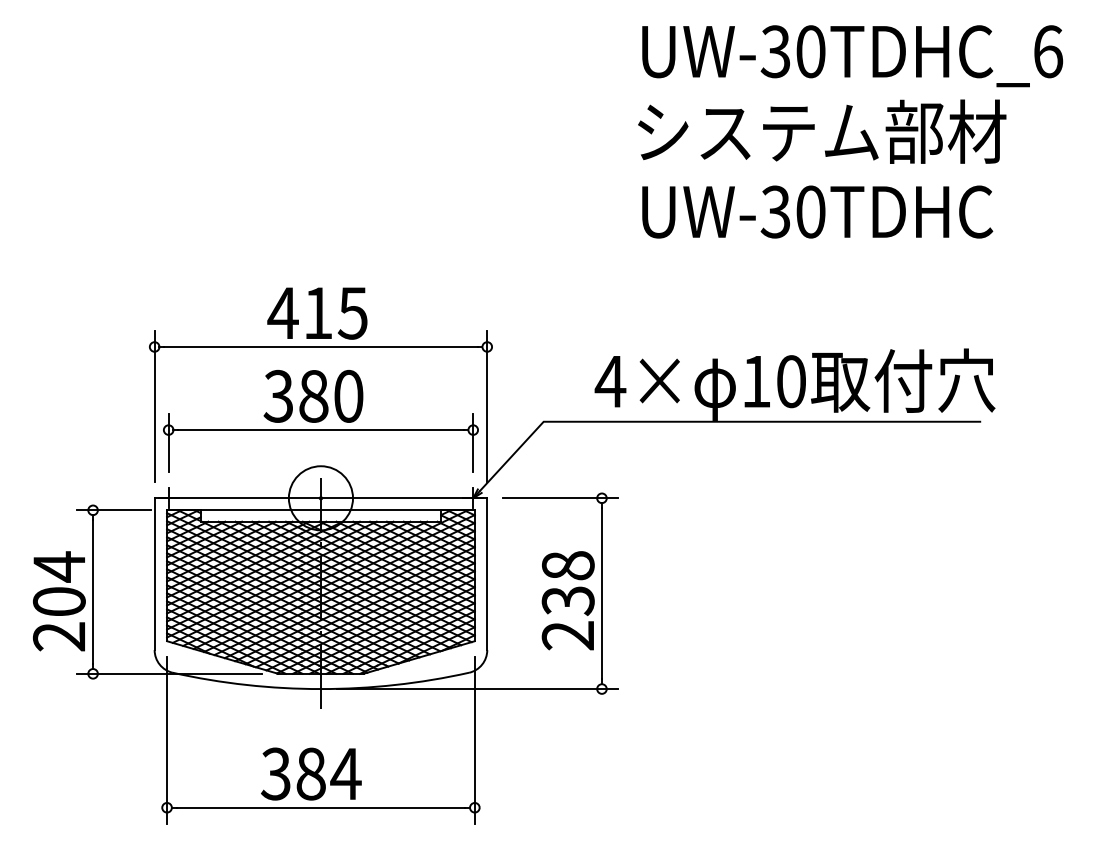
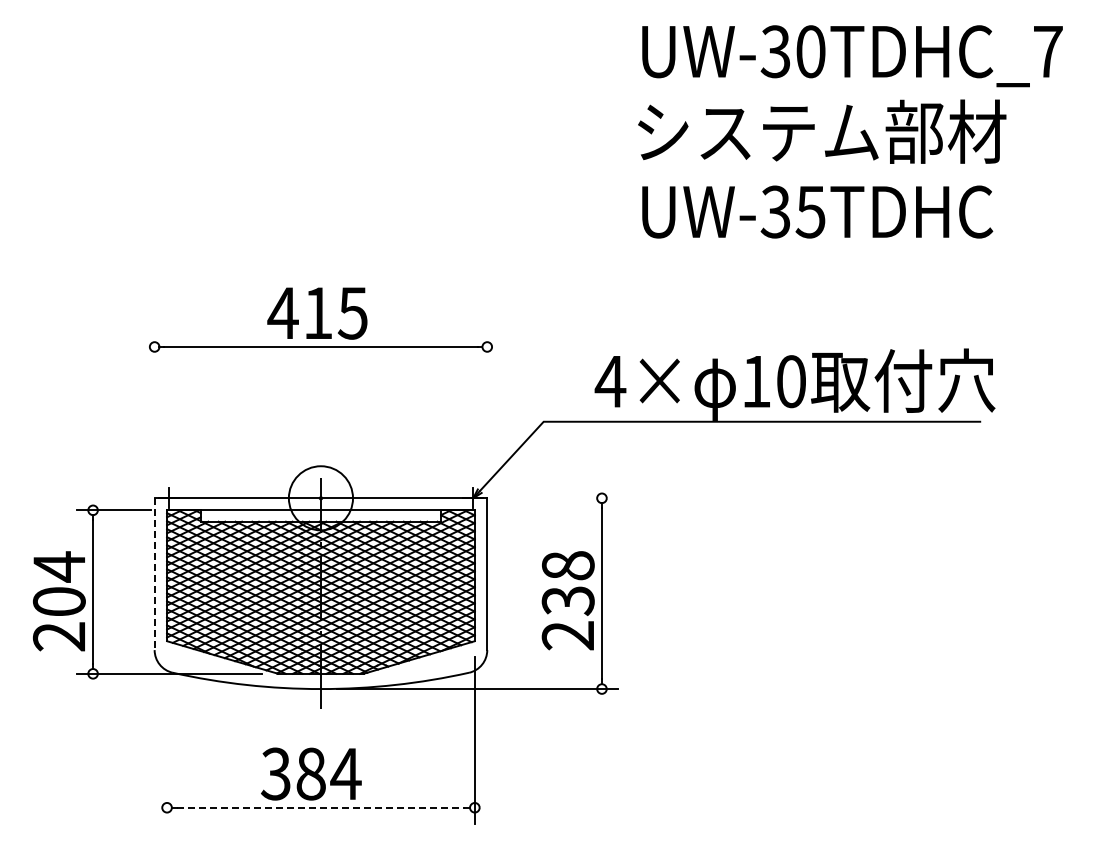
text at (1048, 51): UW-30TDHC_6 -> UW-30TDHC_7
text at (810, 211): UW-30TDHC -> UW-35TDHC
line at (154, 406): present -> none
line at (487, 406): present -> none
part at (320, 421): present -> none
line at (560, 498): present -> none
line at (154, 574): solid -> dashed
line at (167, 740): present -> none
line at (321, 807): solid -> dashed
